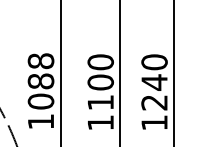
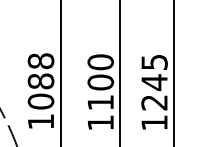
text at (154, 62): 1240 -> 1245
